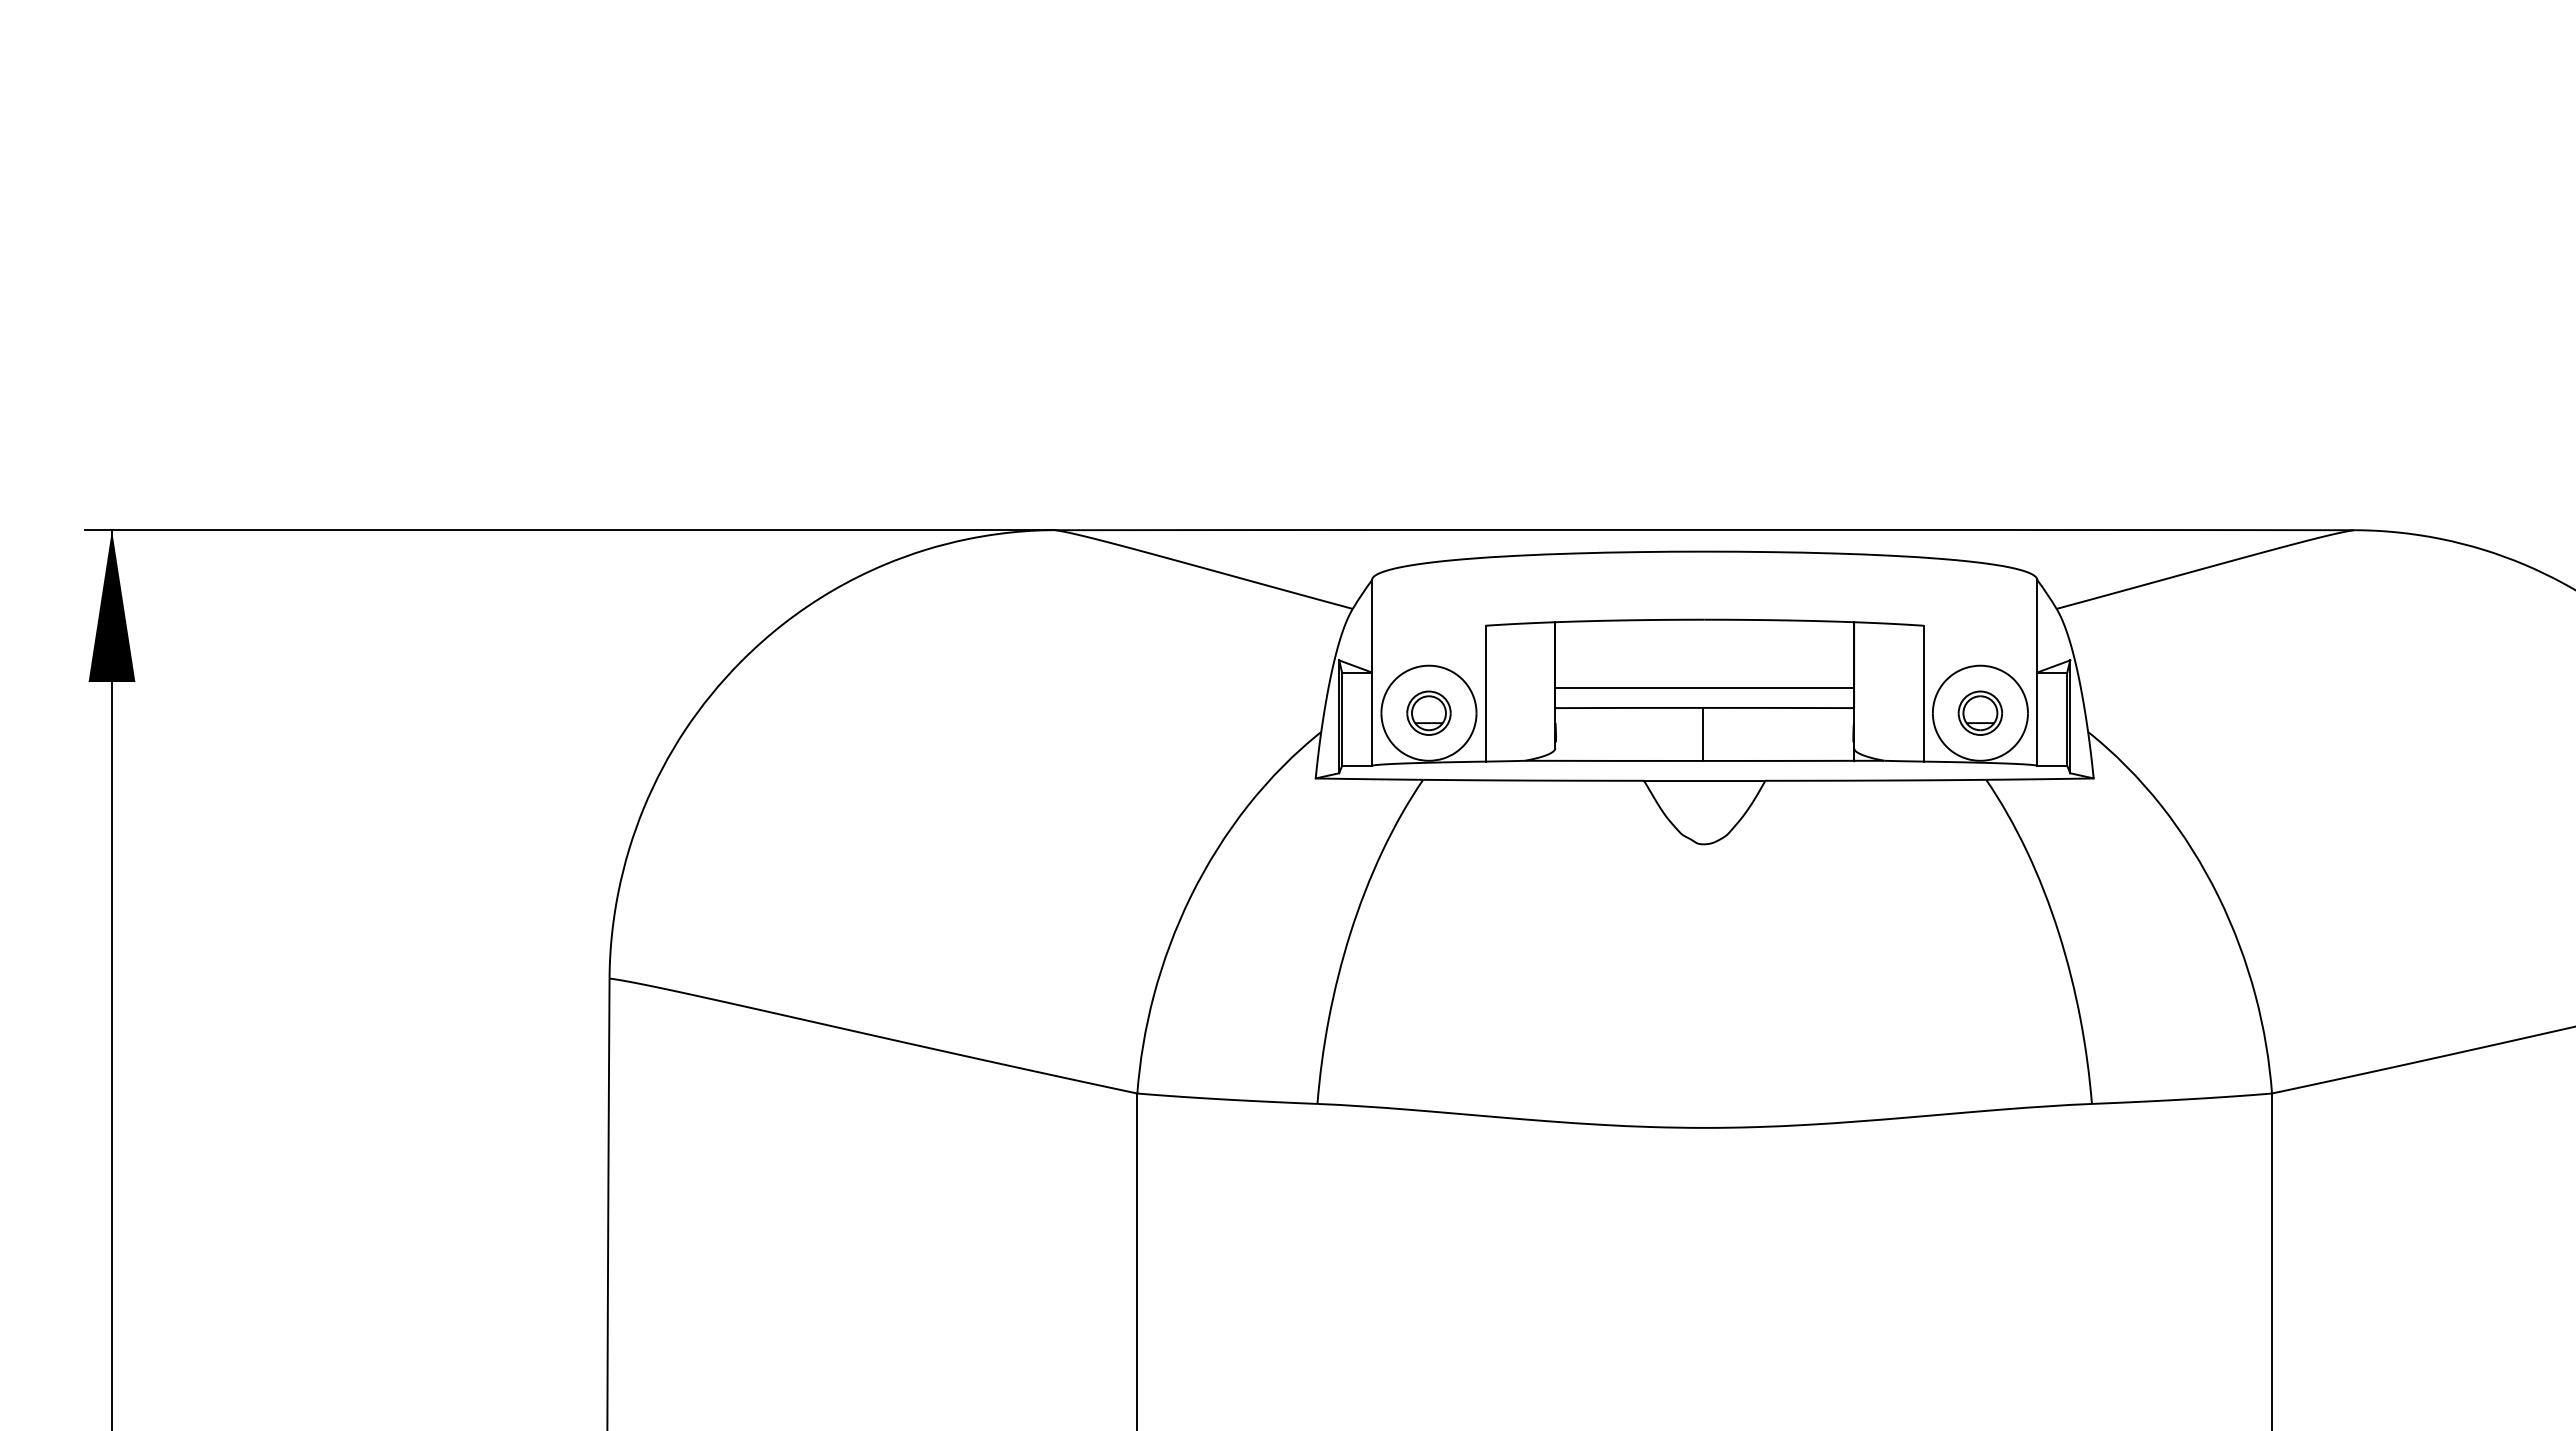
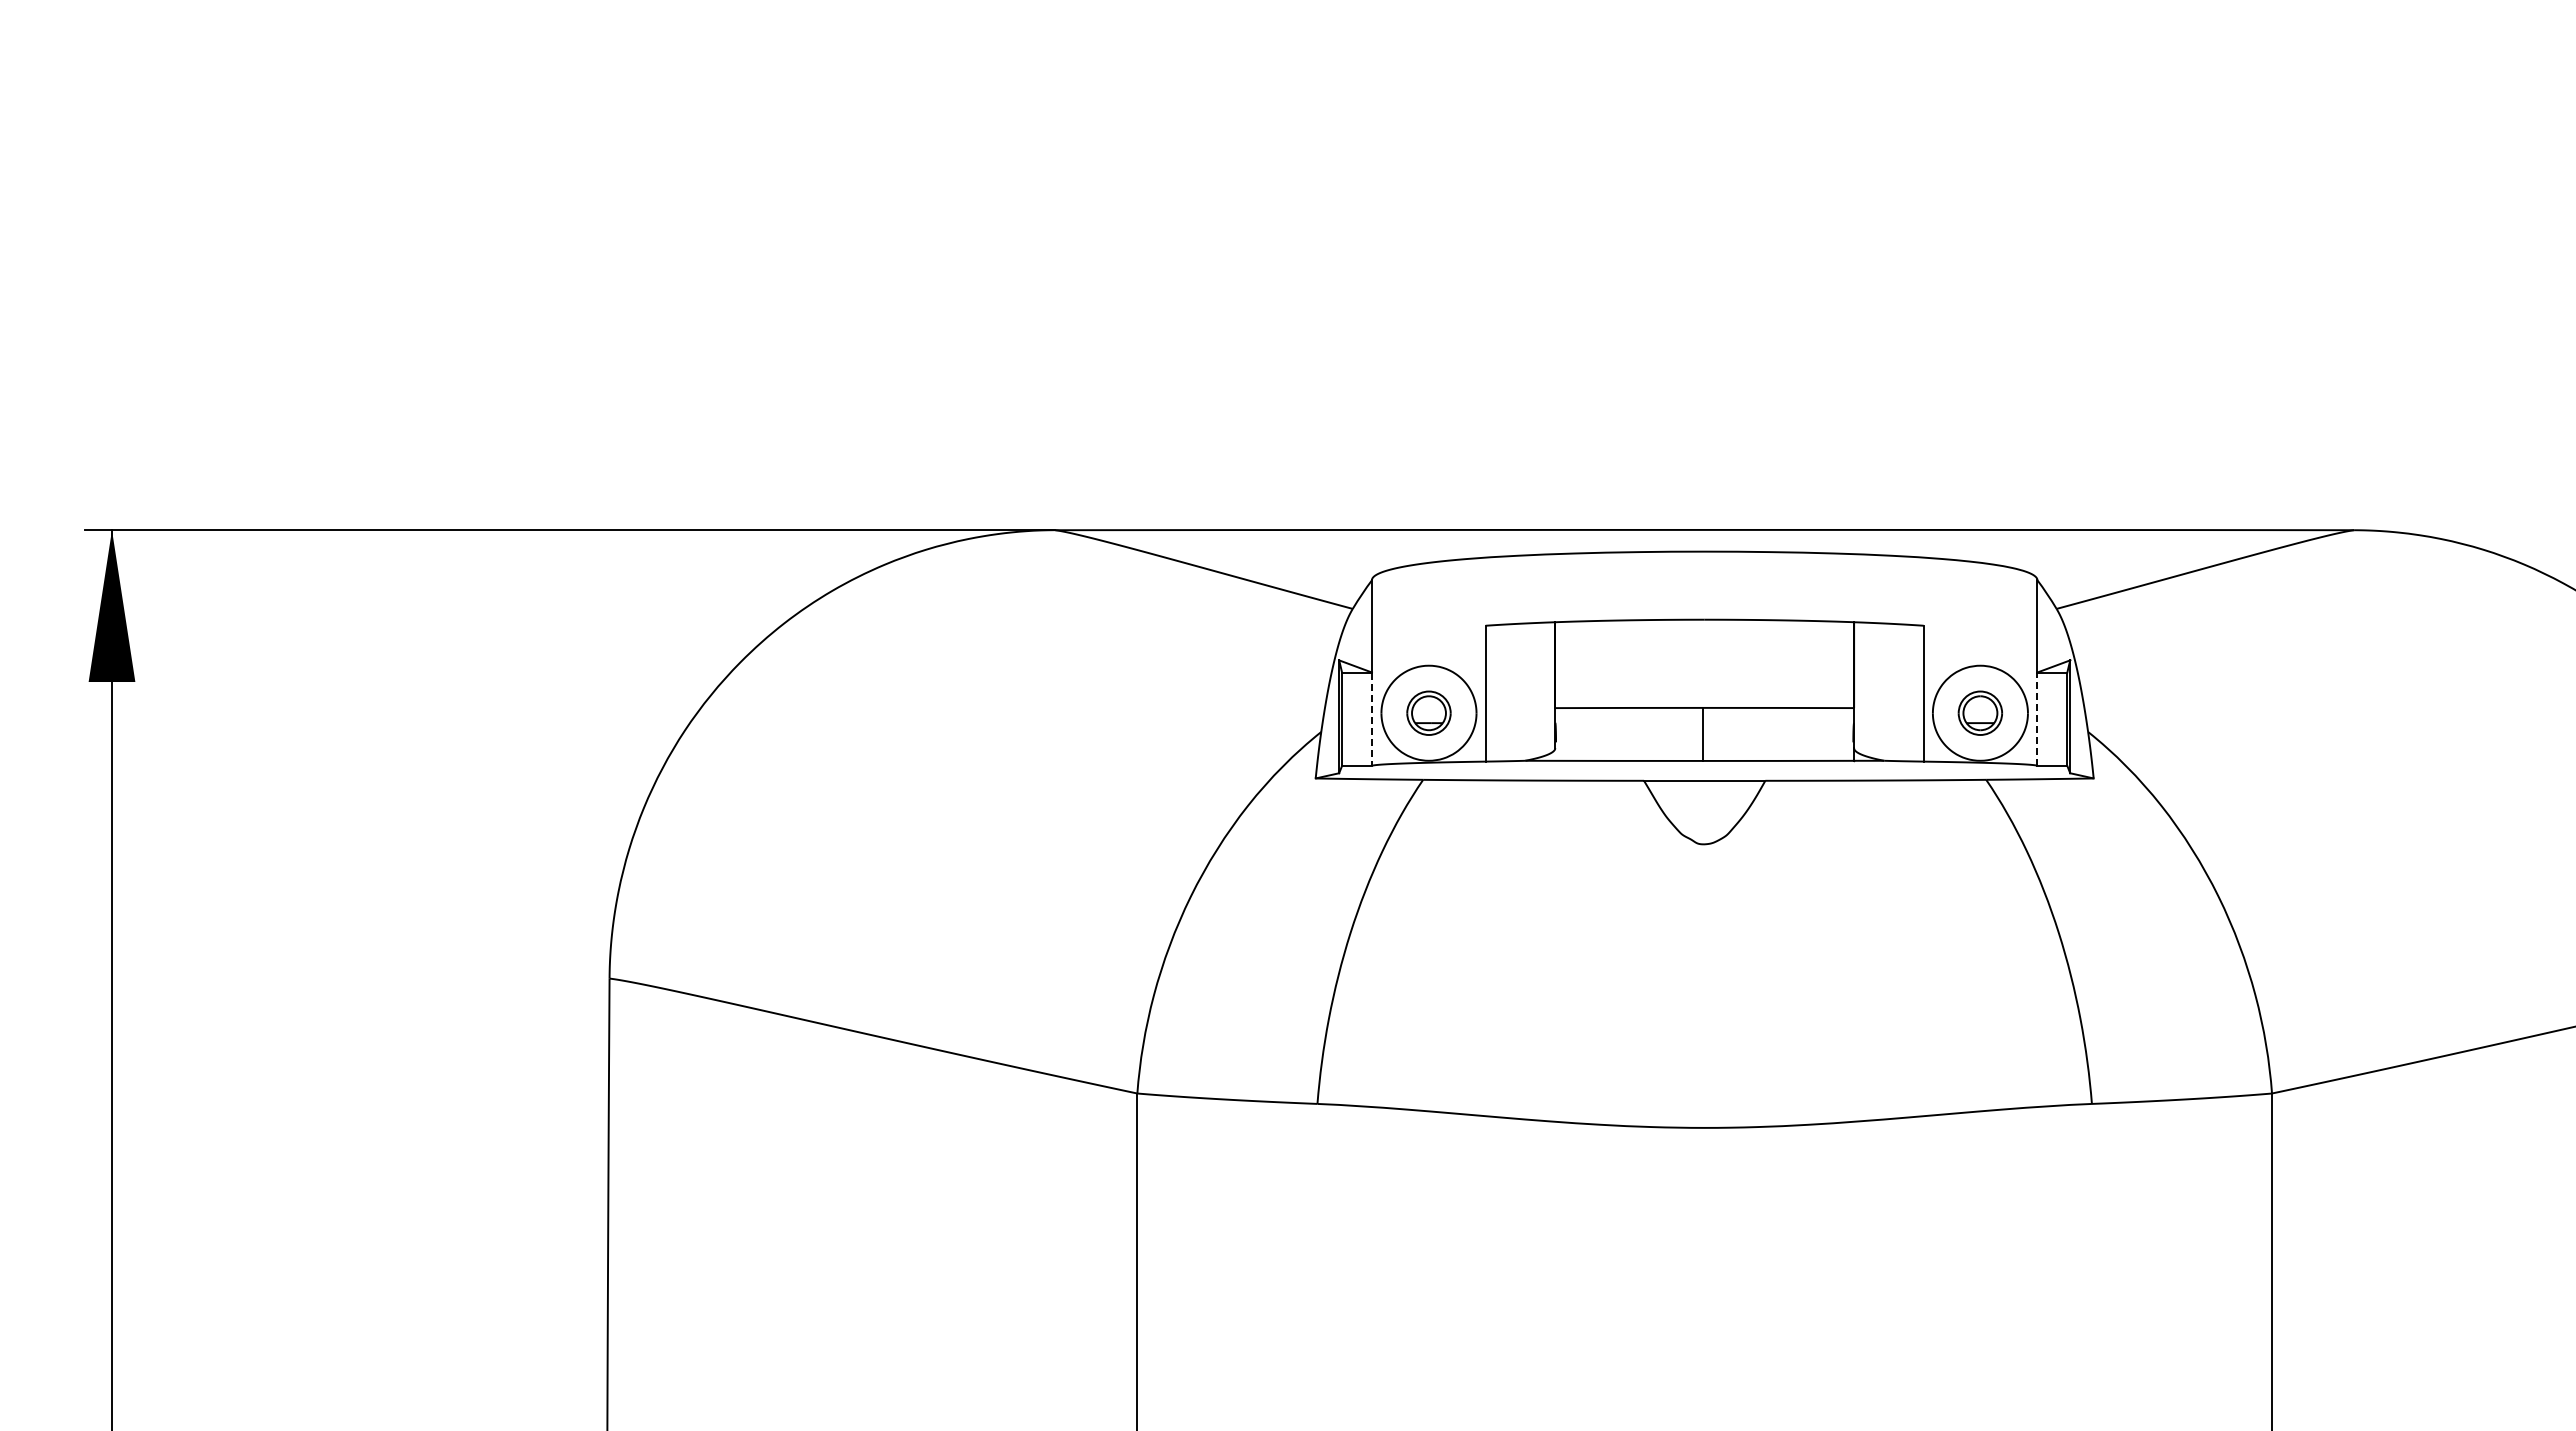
line at (1704, 687): present -> none
line at (1371, 719): solid -> dashed
line at (2037, 719): solid -> dashed
